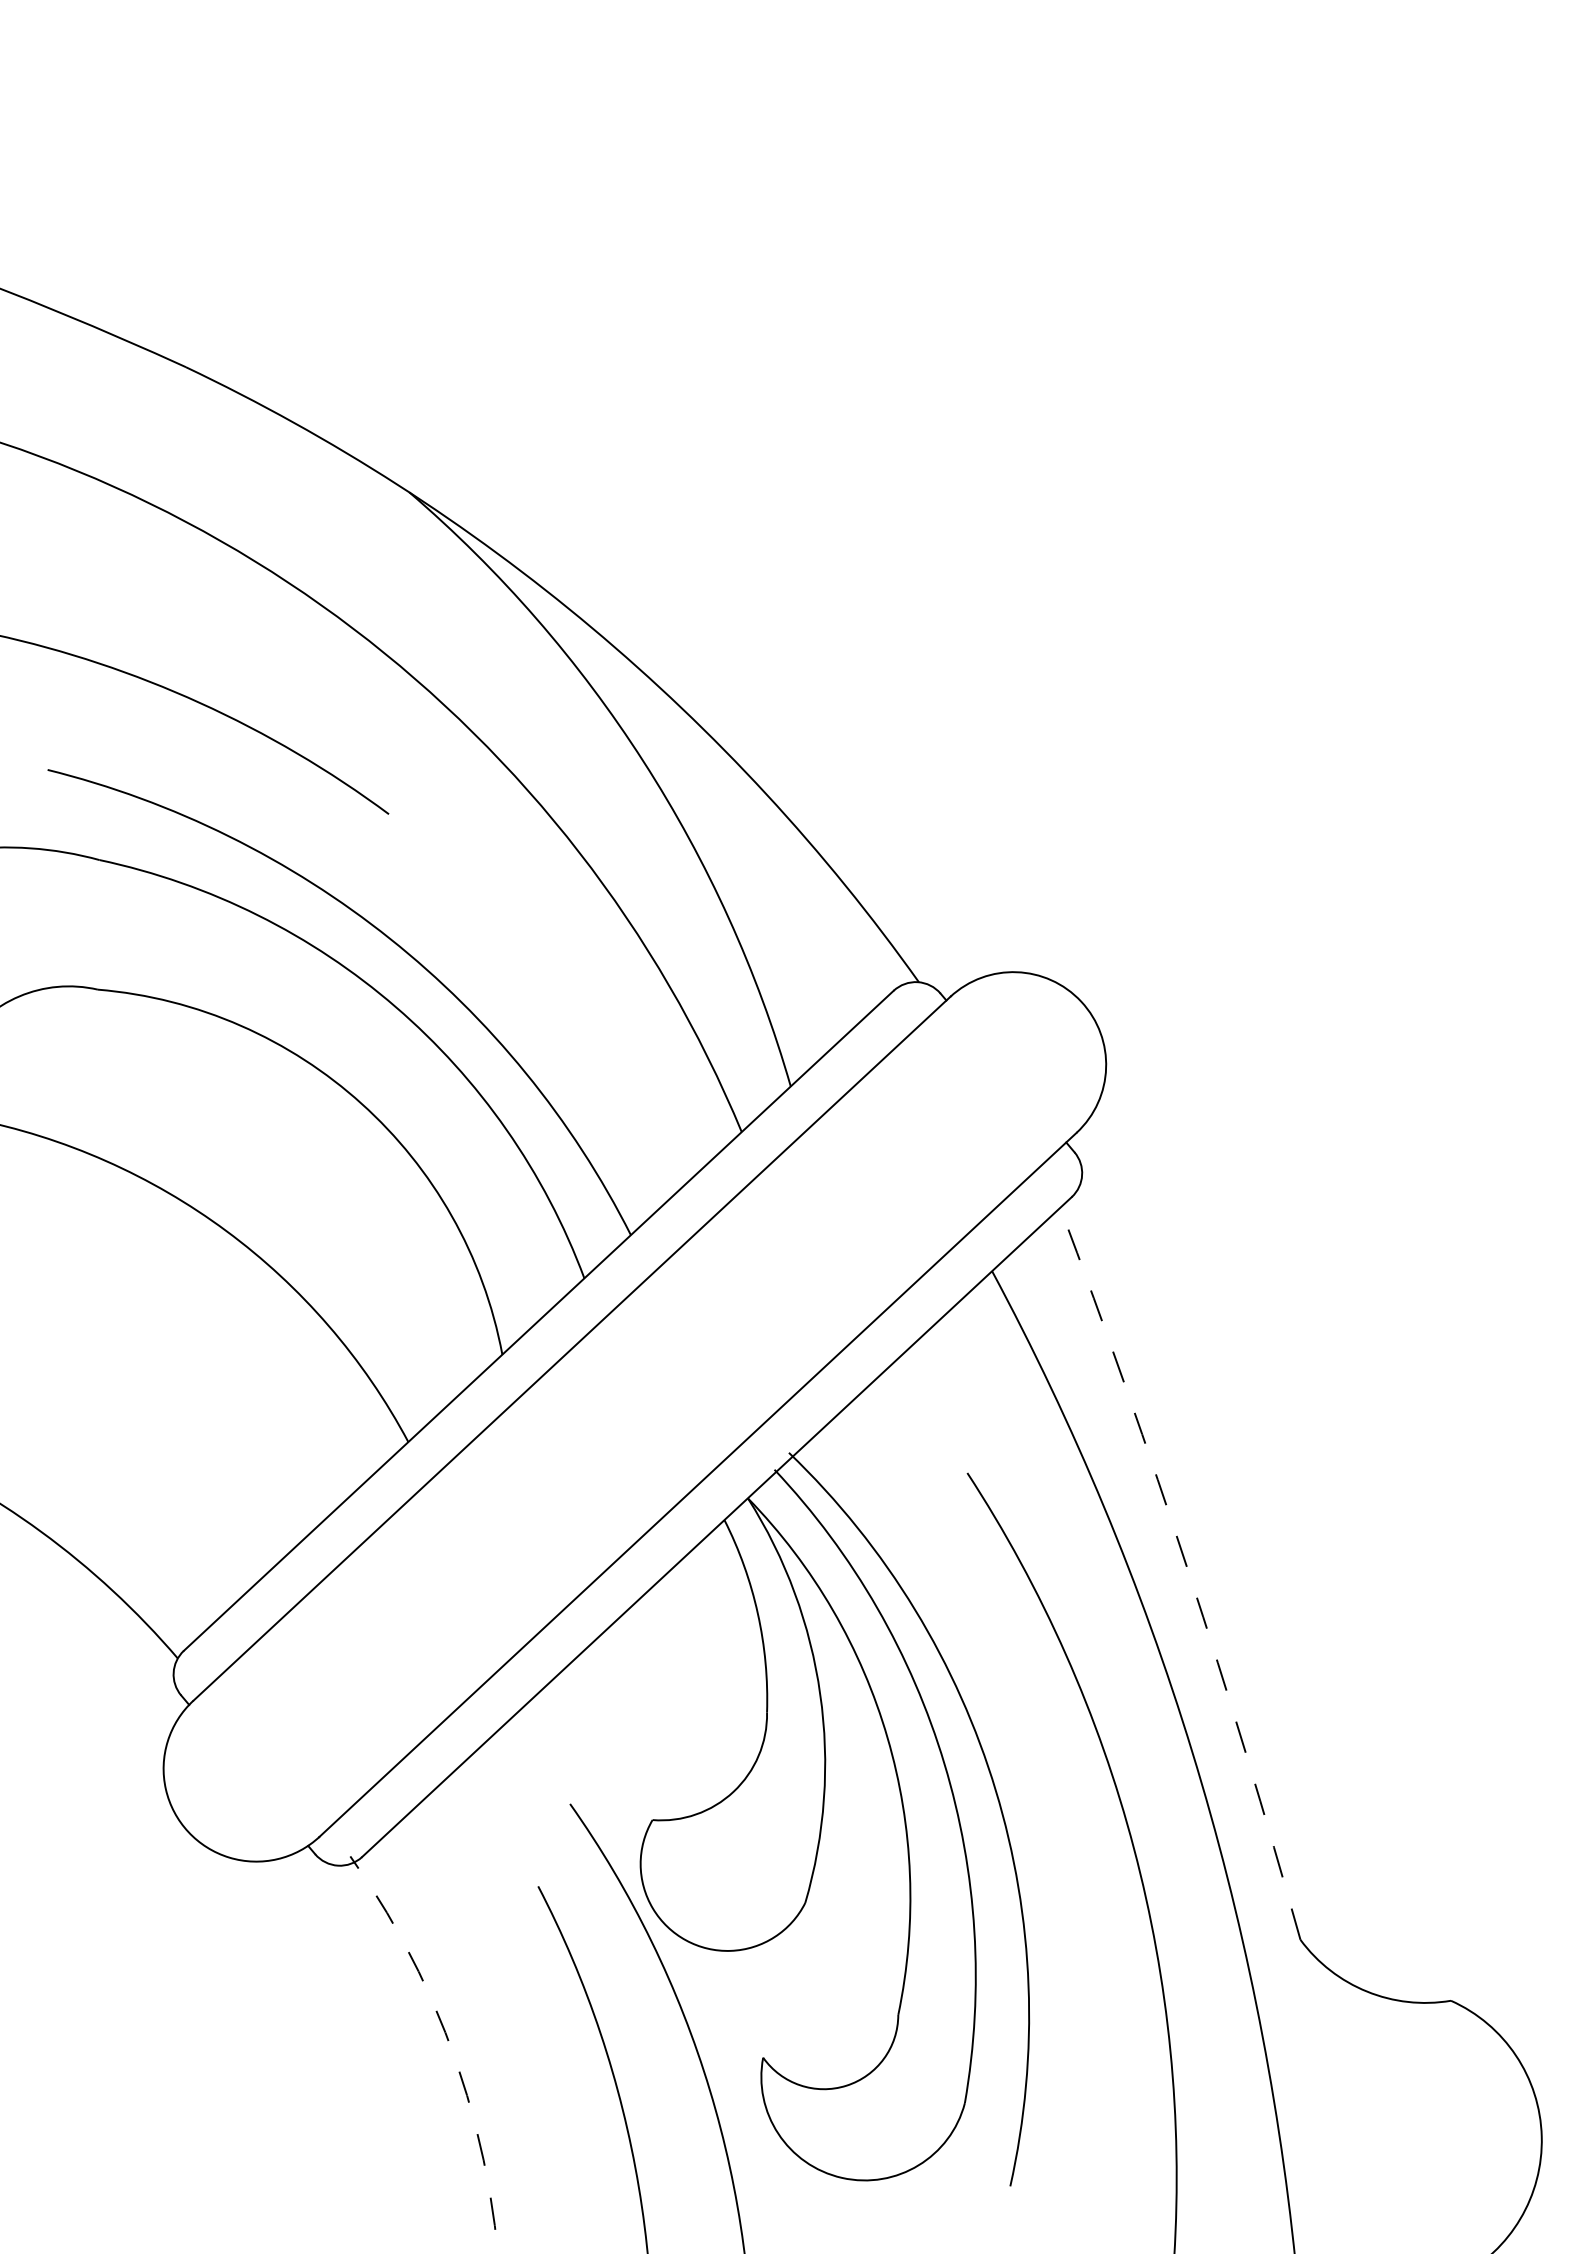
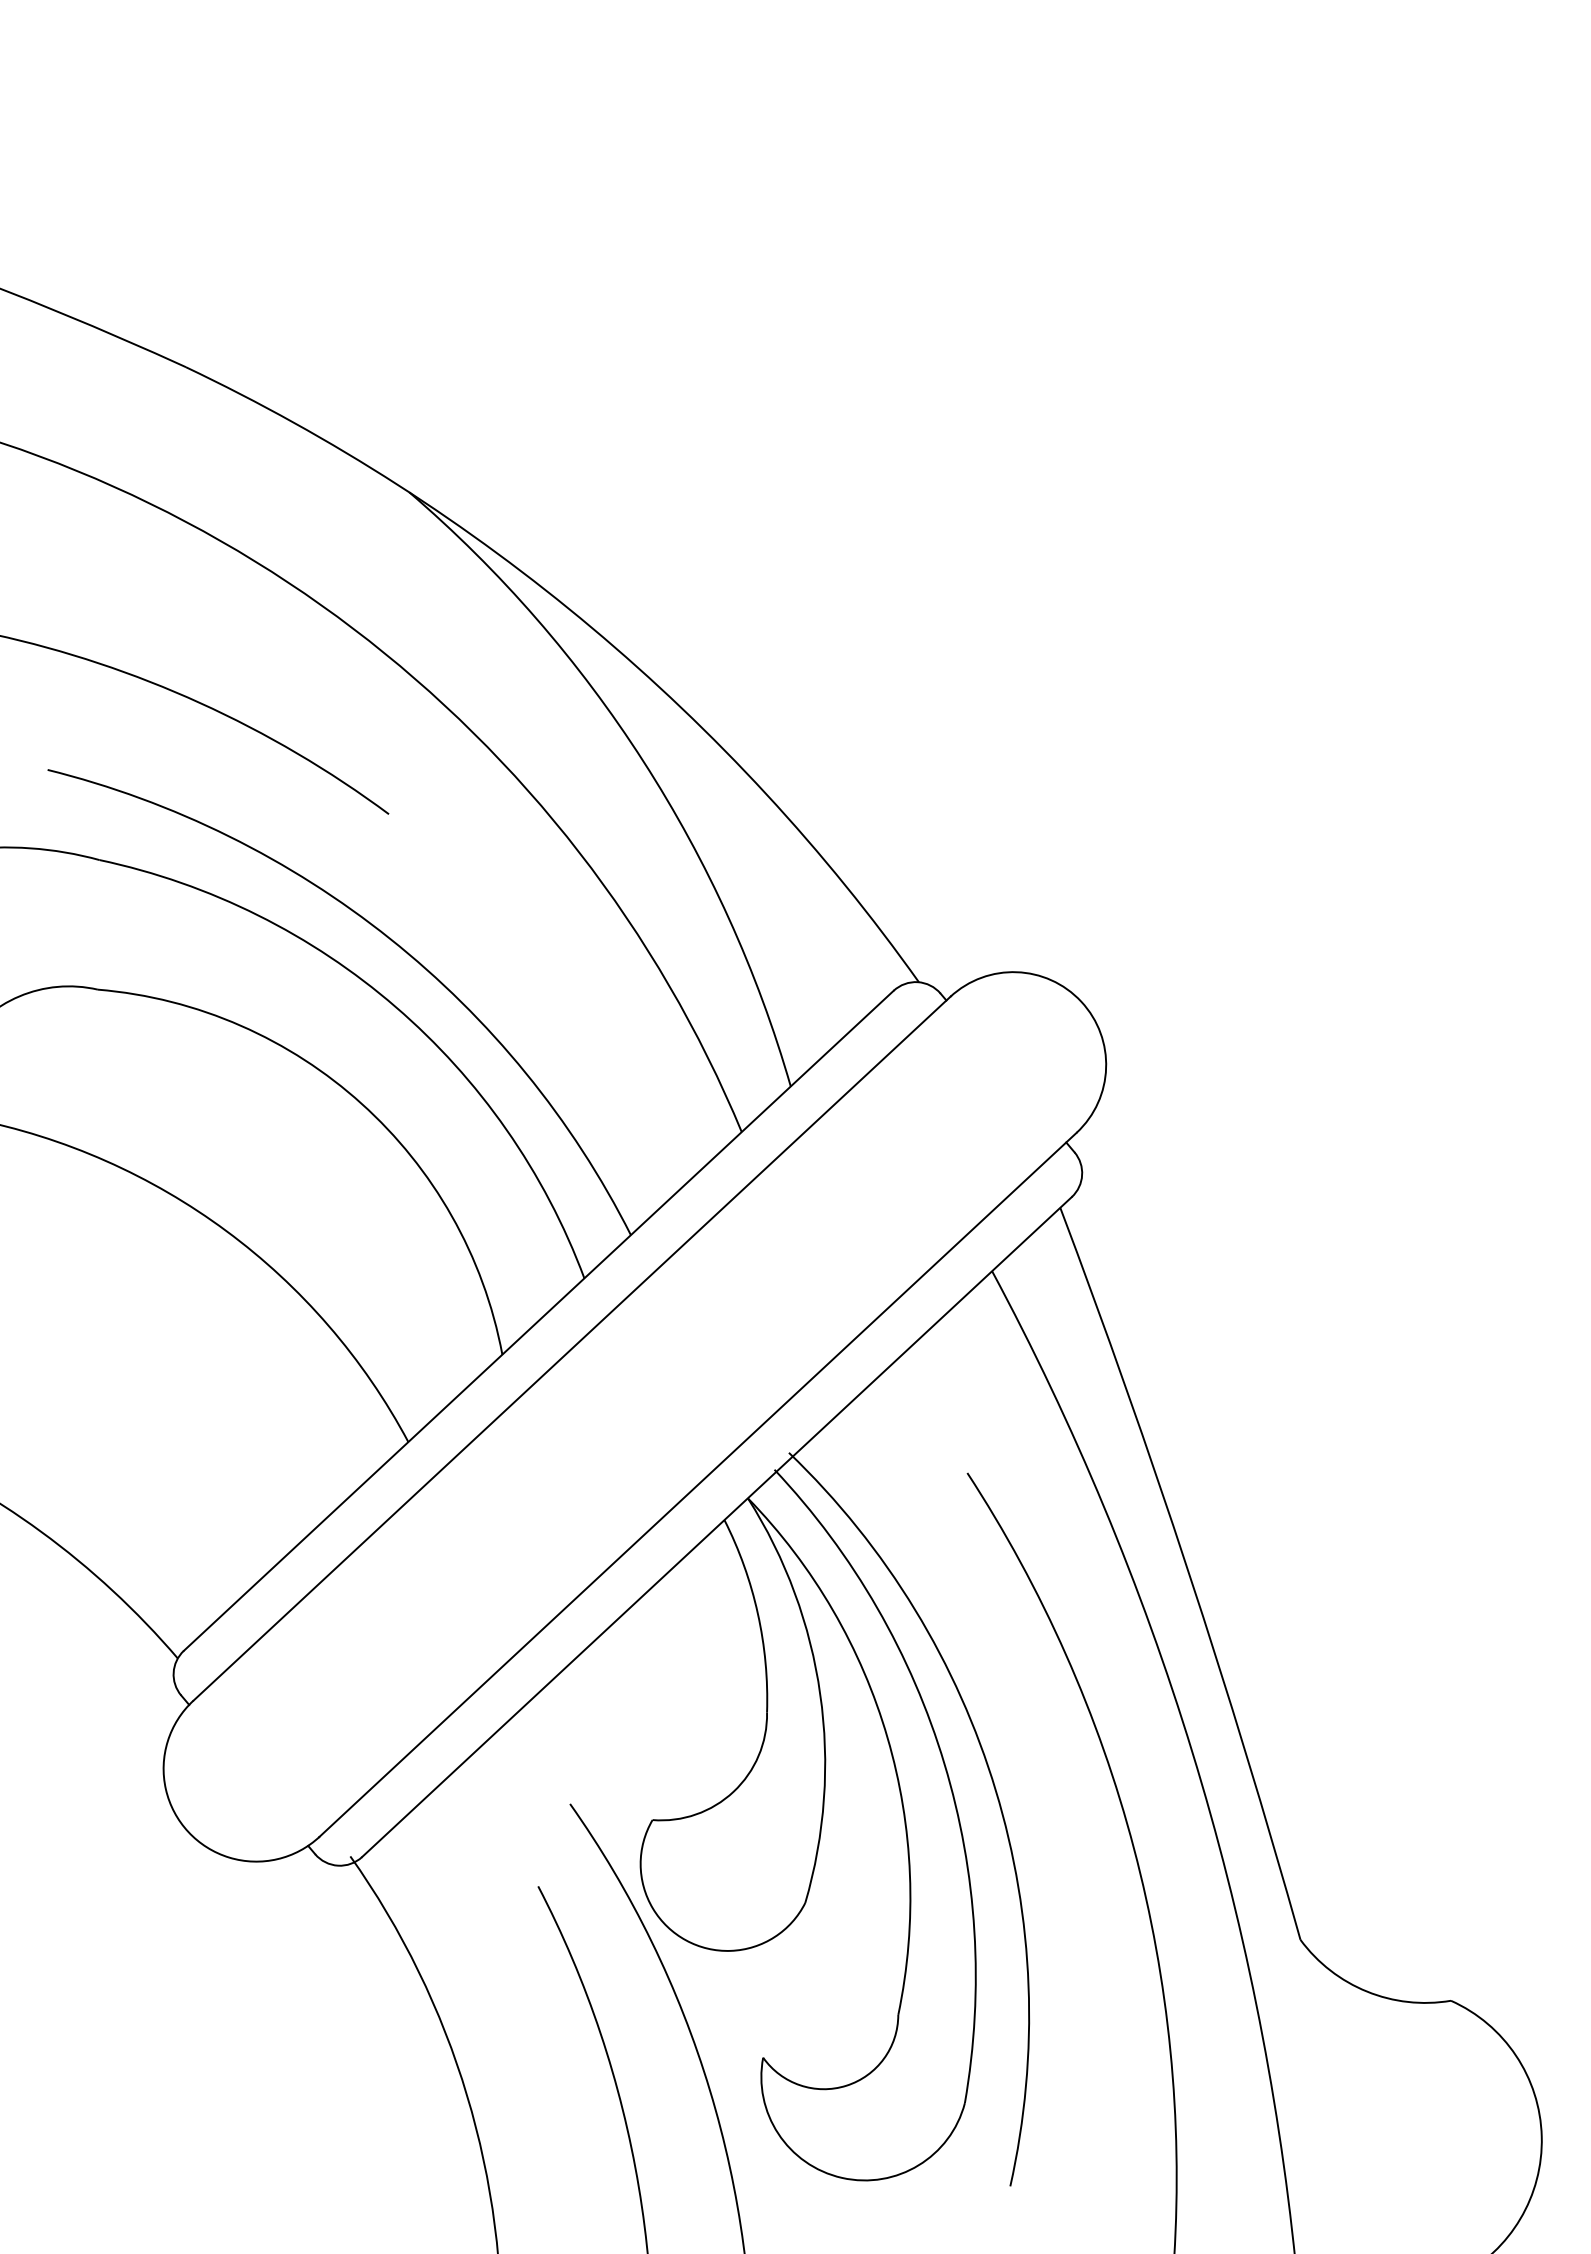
arc at (1188, 1571): dashed -> solid
arc at (450, 2045): dashed -> solid
